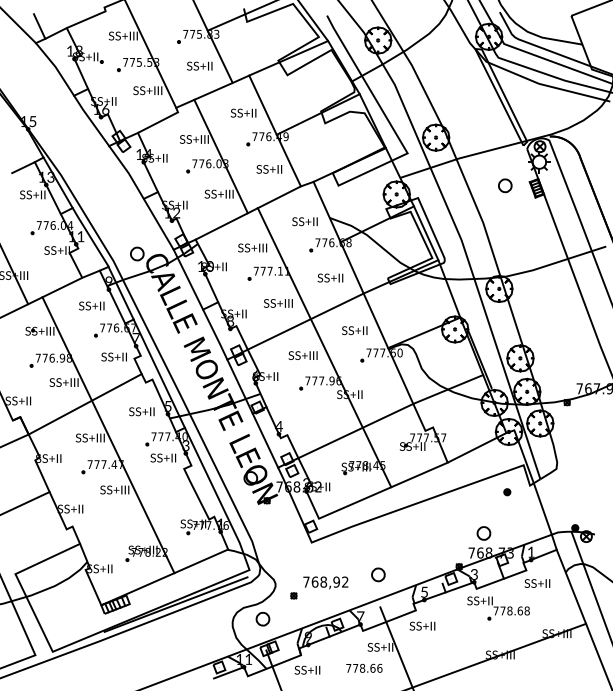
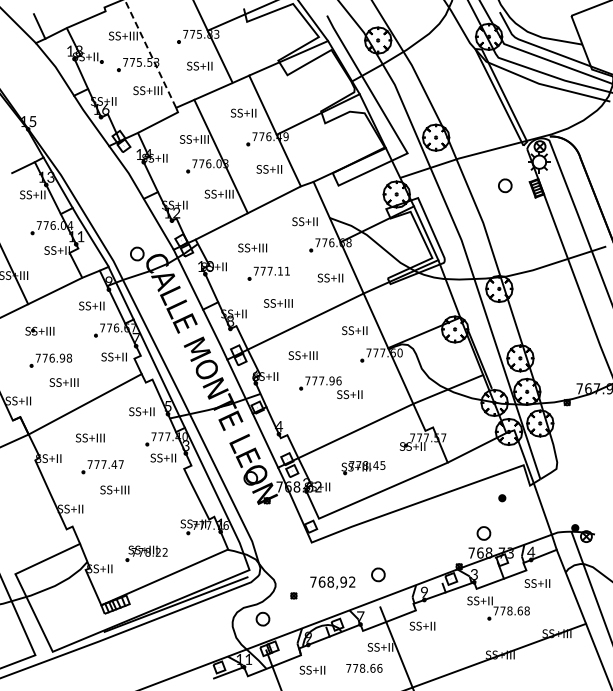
line at (150, 53): solid -> dashed
line at (324, 347): present -> none
line at (108, 435): present -> none
part at (507, 492) position: (507, 492) -> (502, 498)
line at (25, 503): present -> none
text at (531, 551): 1 -> 4
text at (325, 582) position: (325, 582) -> (332, 582)
text at (424, 591): 5 -> 9
text at (307, 669) position: (307, 669) -> (312, 669)
